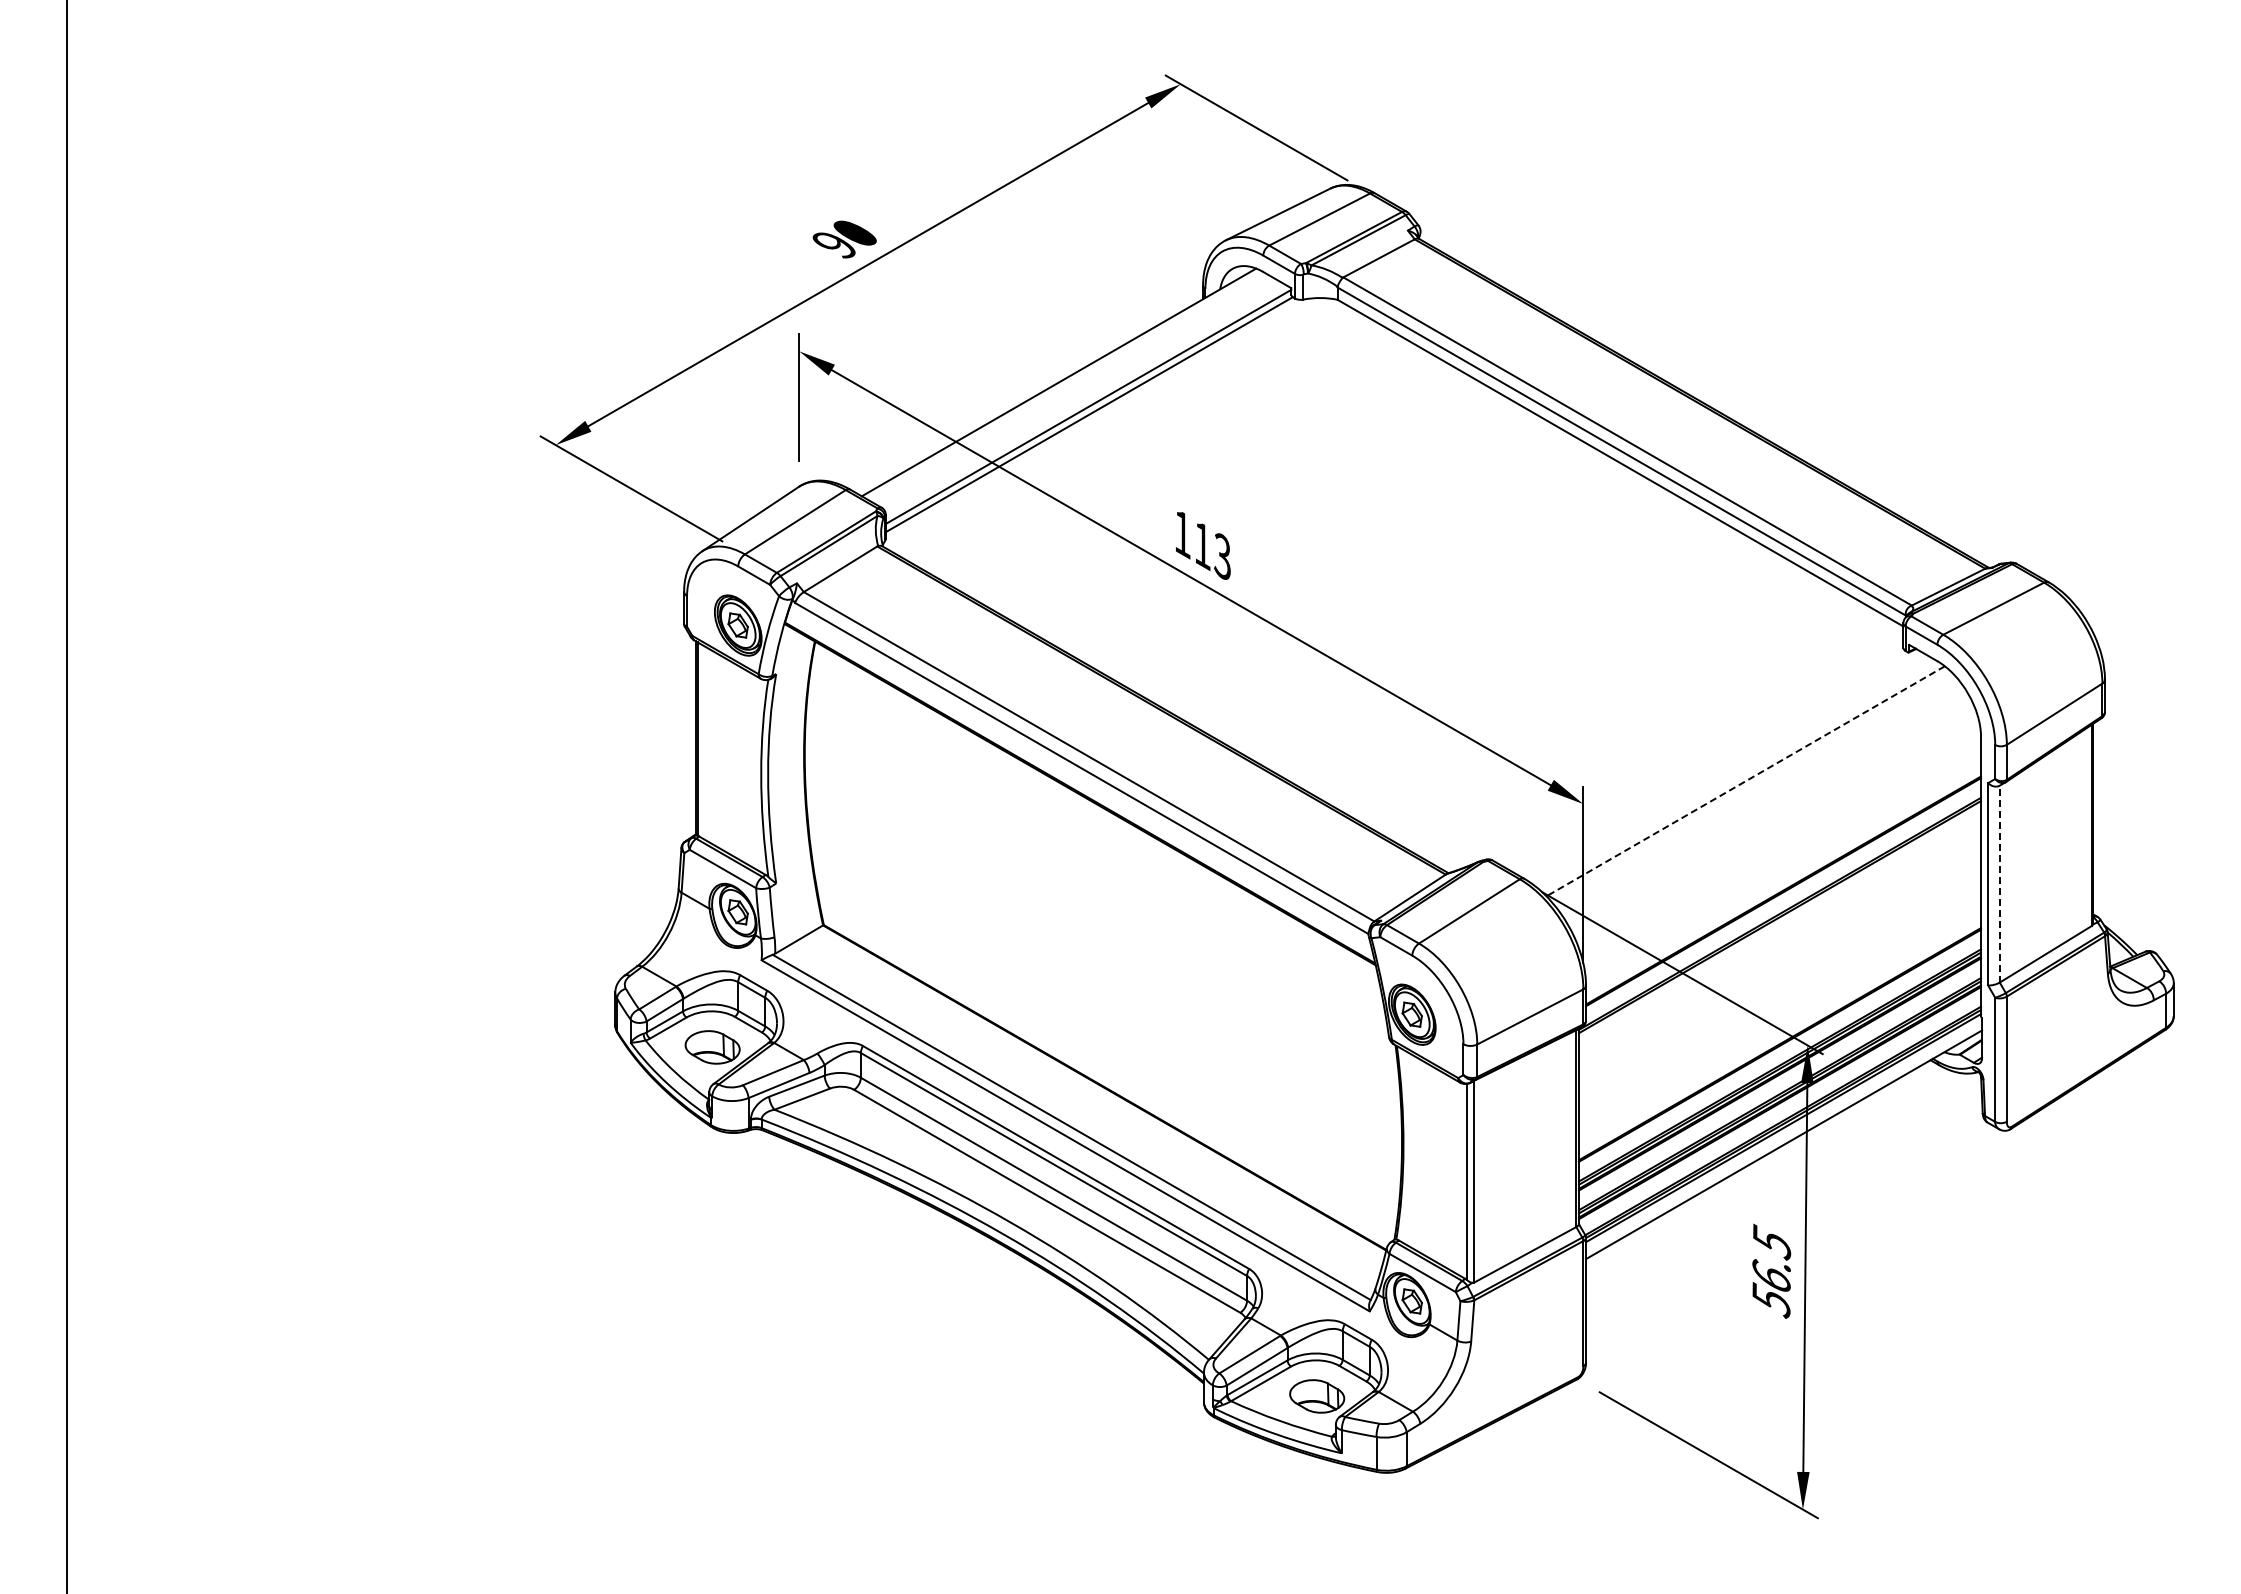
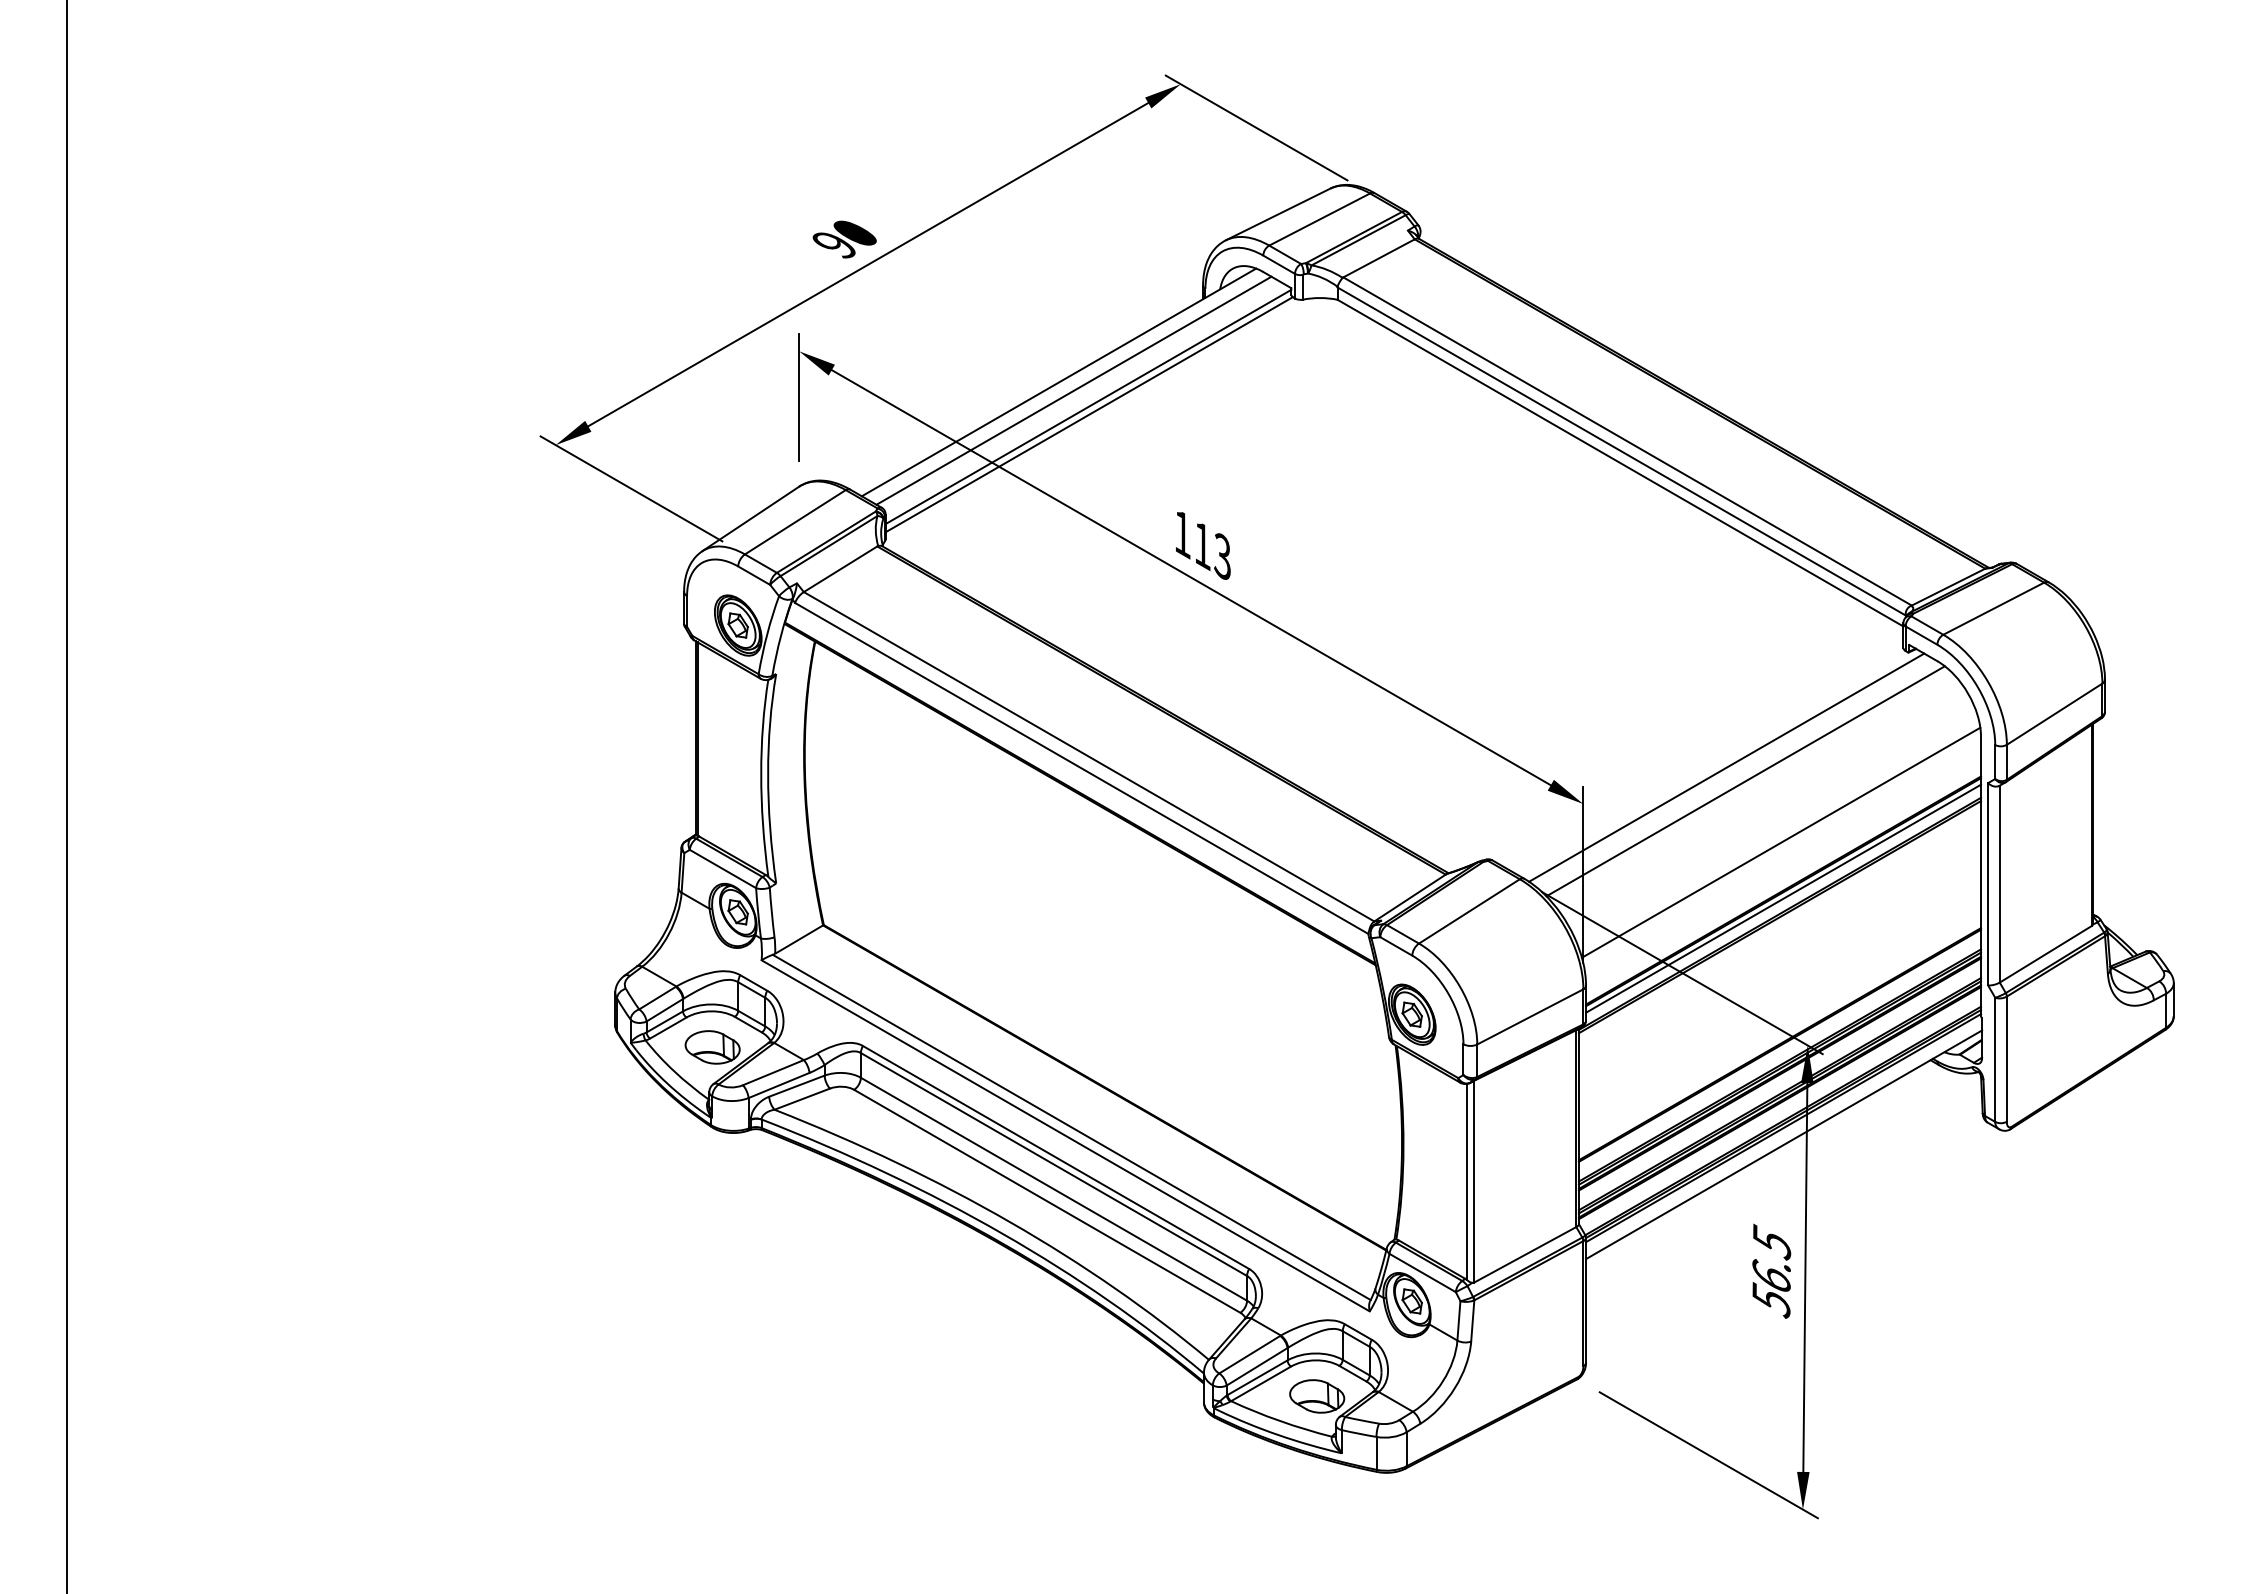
line at (1073, 390): none -> present
line at (1726, 767): none -> present
line at (1745, 781): dashed -> solid
line at (1780, 842): none -> present
line at (1999, 883): dashed -> solid
line at (1783, 898): none -> present
